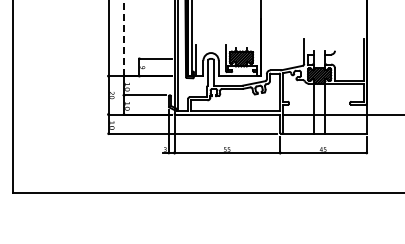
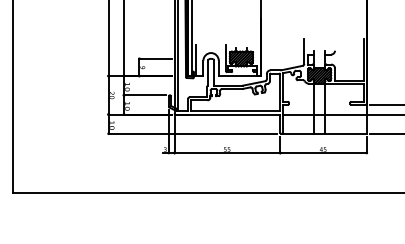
line at (124, 38): dashed -> solid
line at (385, 104): none -> present
line at (385, 133): none -> present
